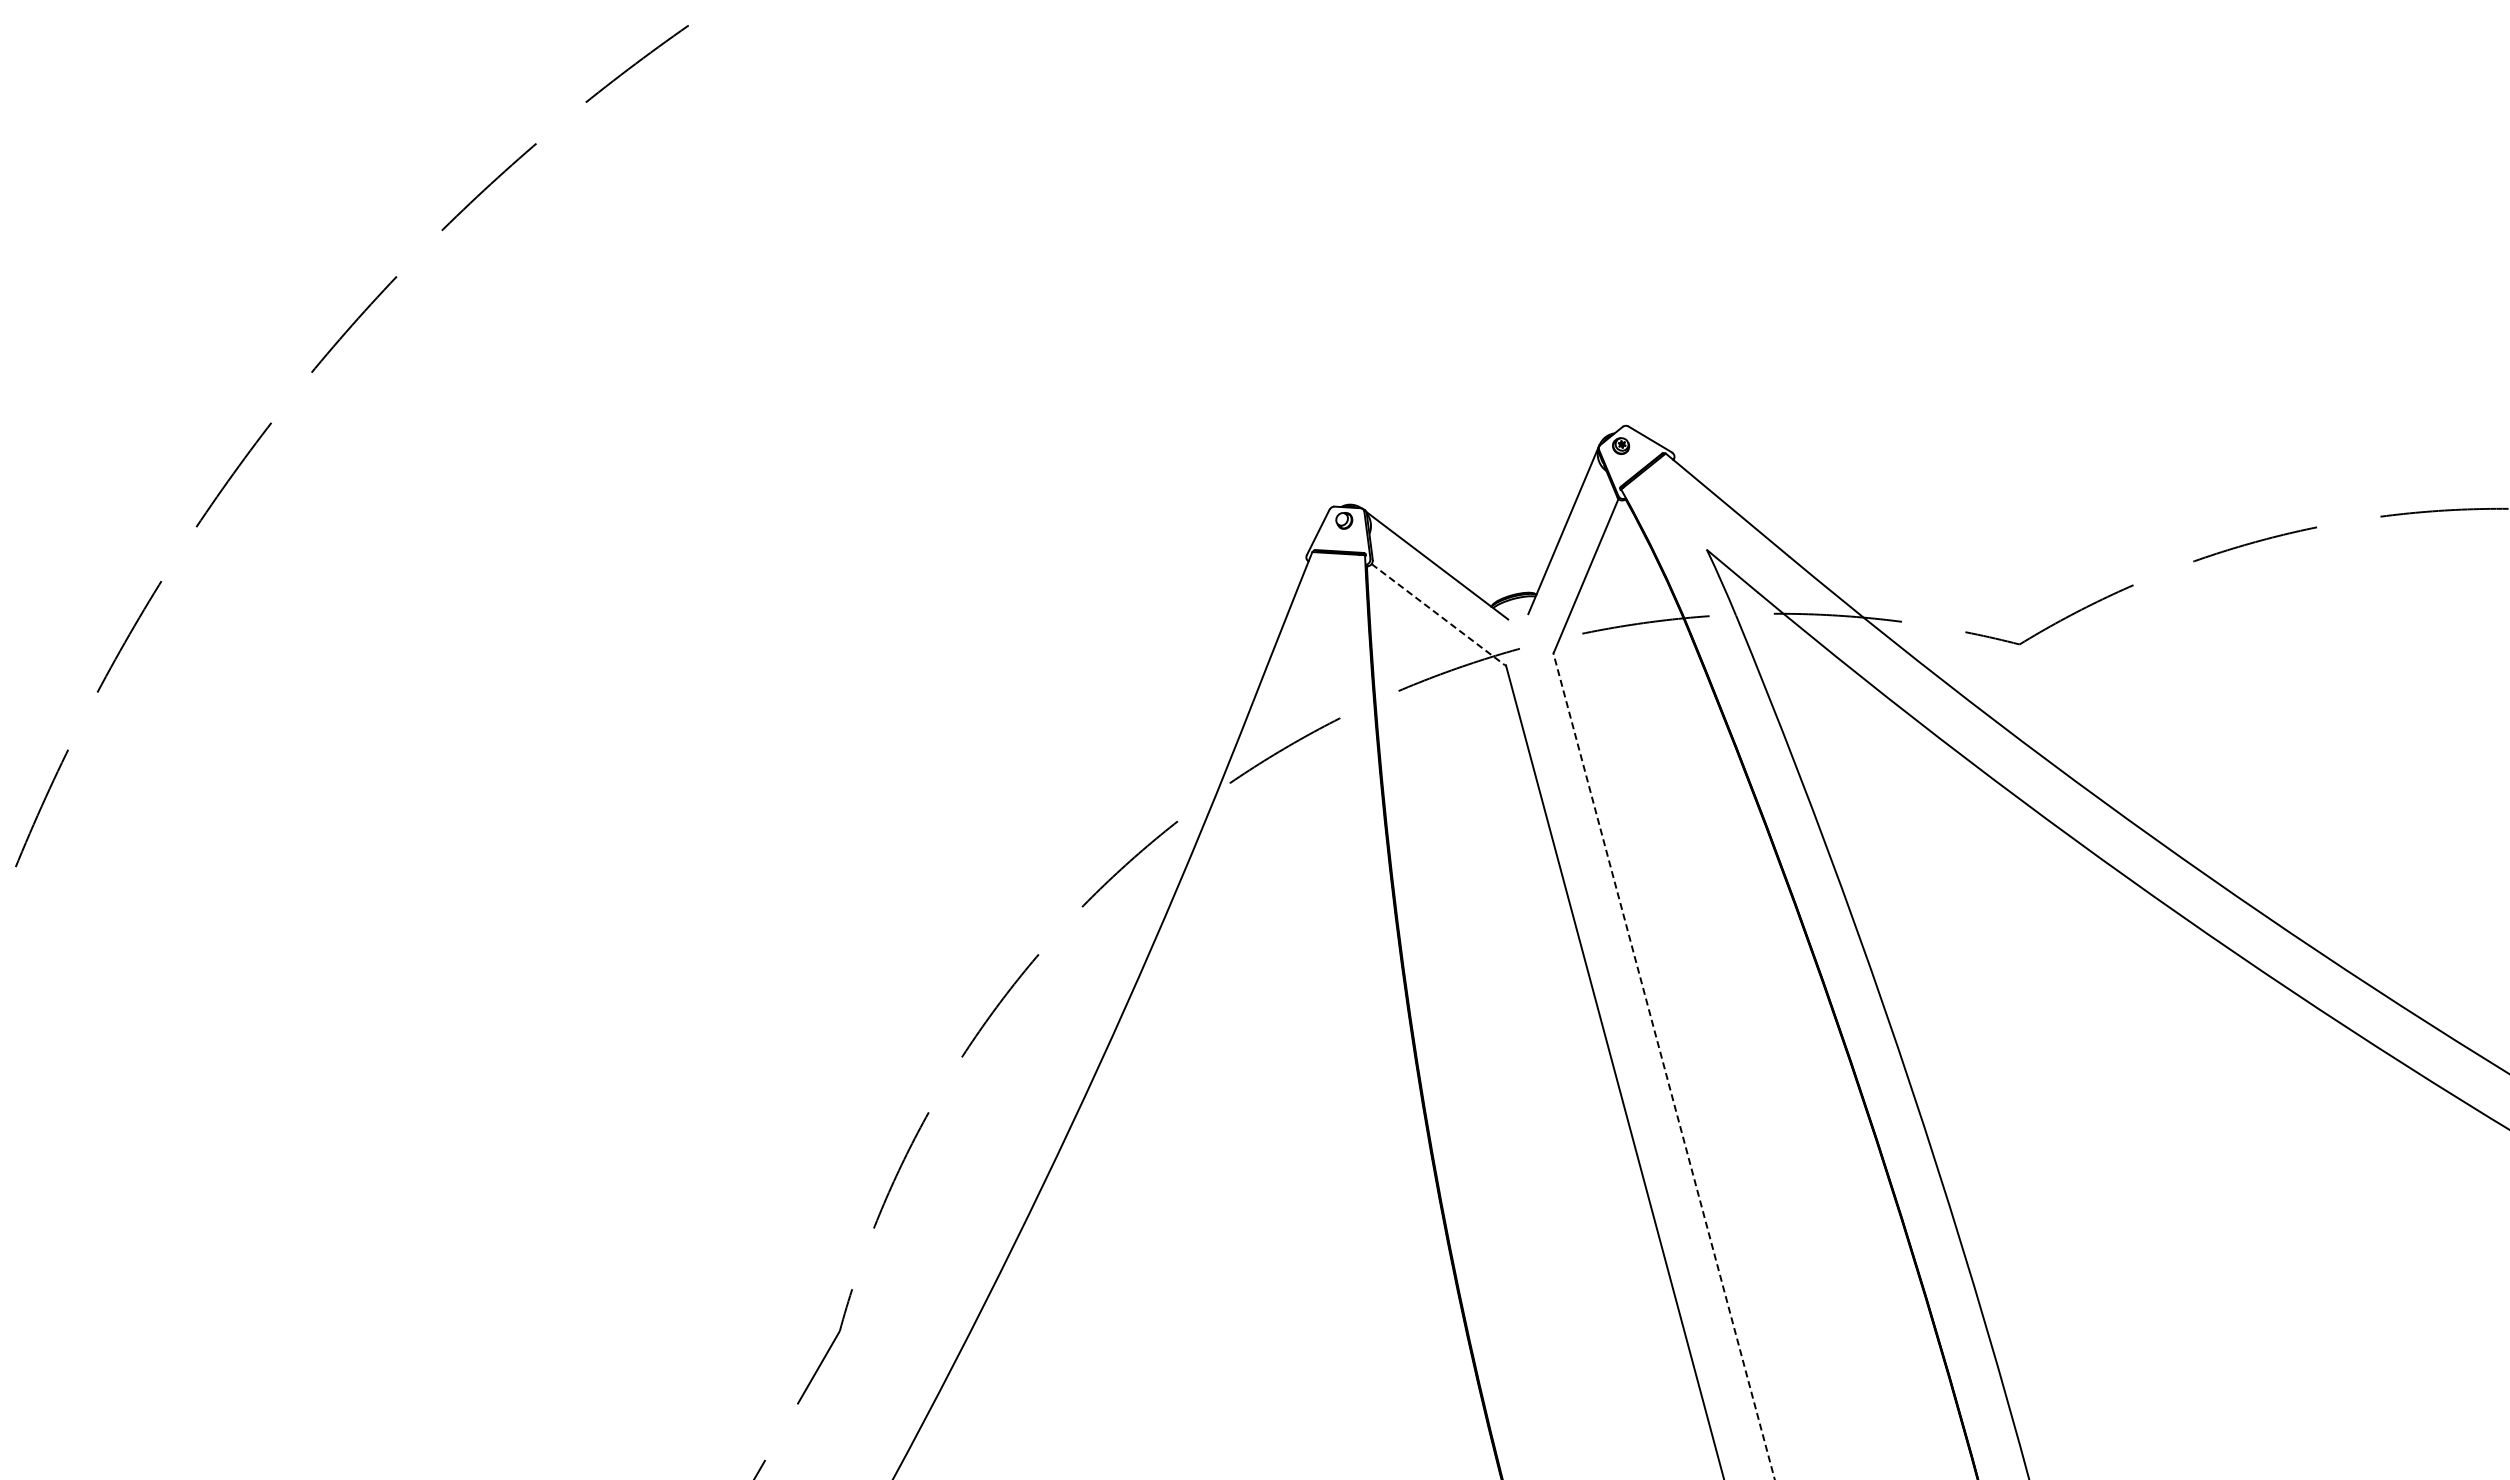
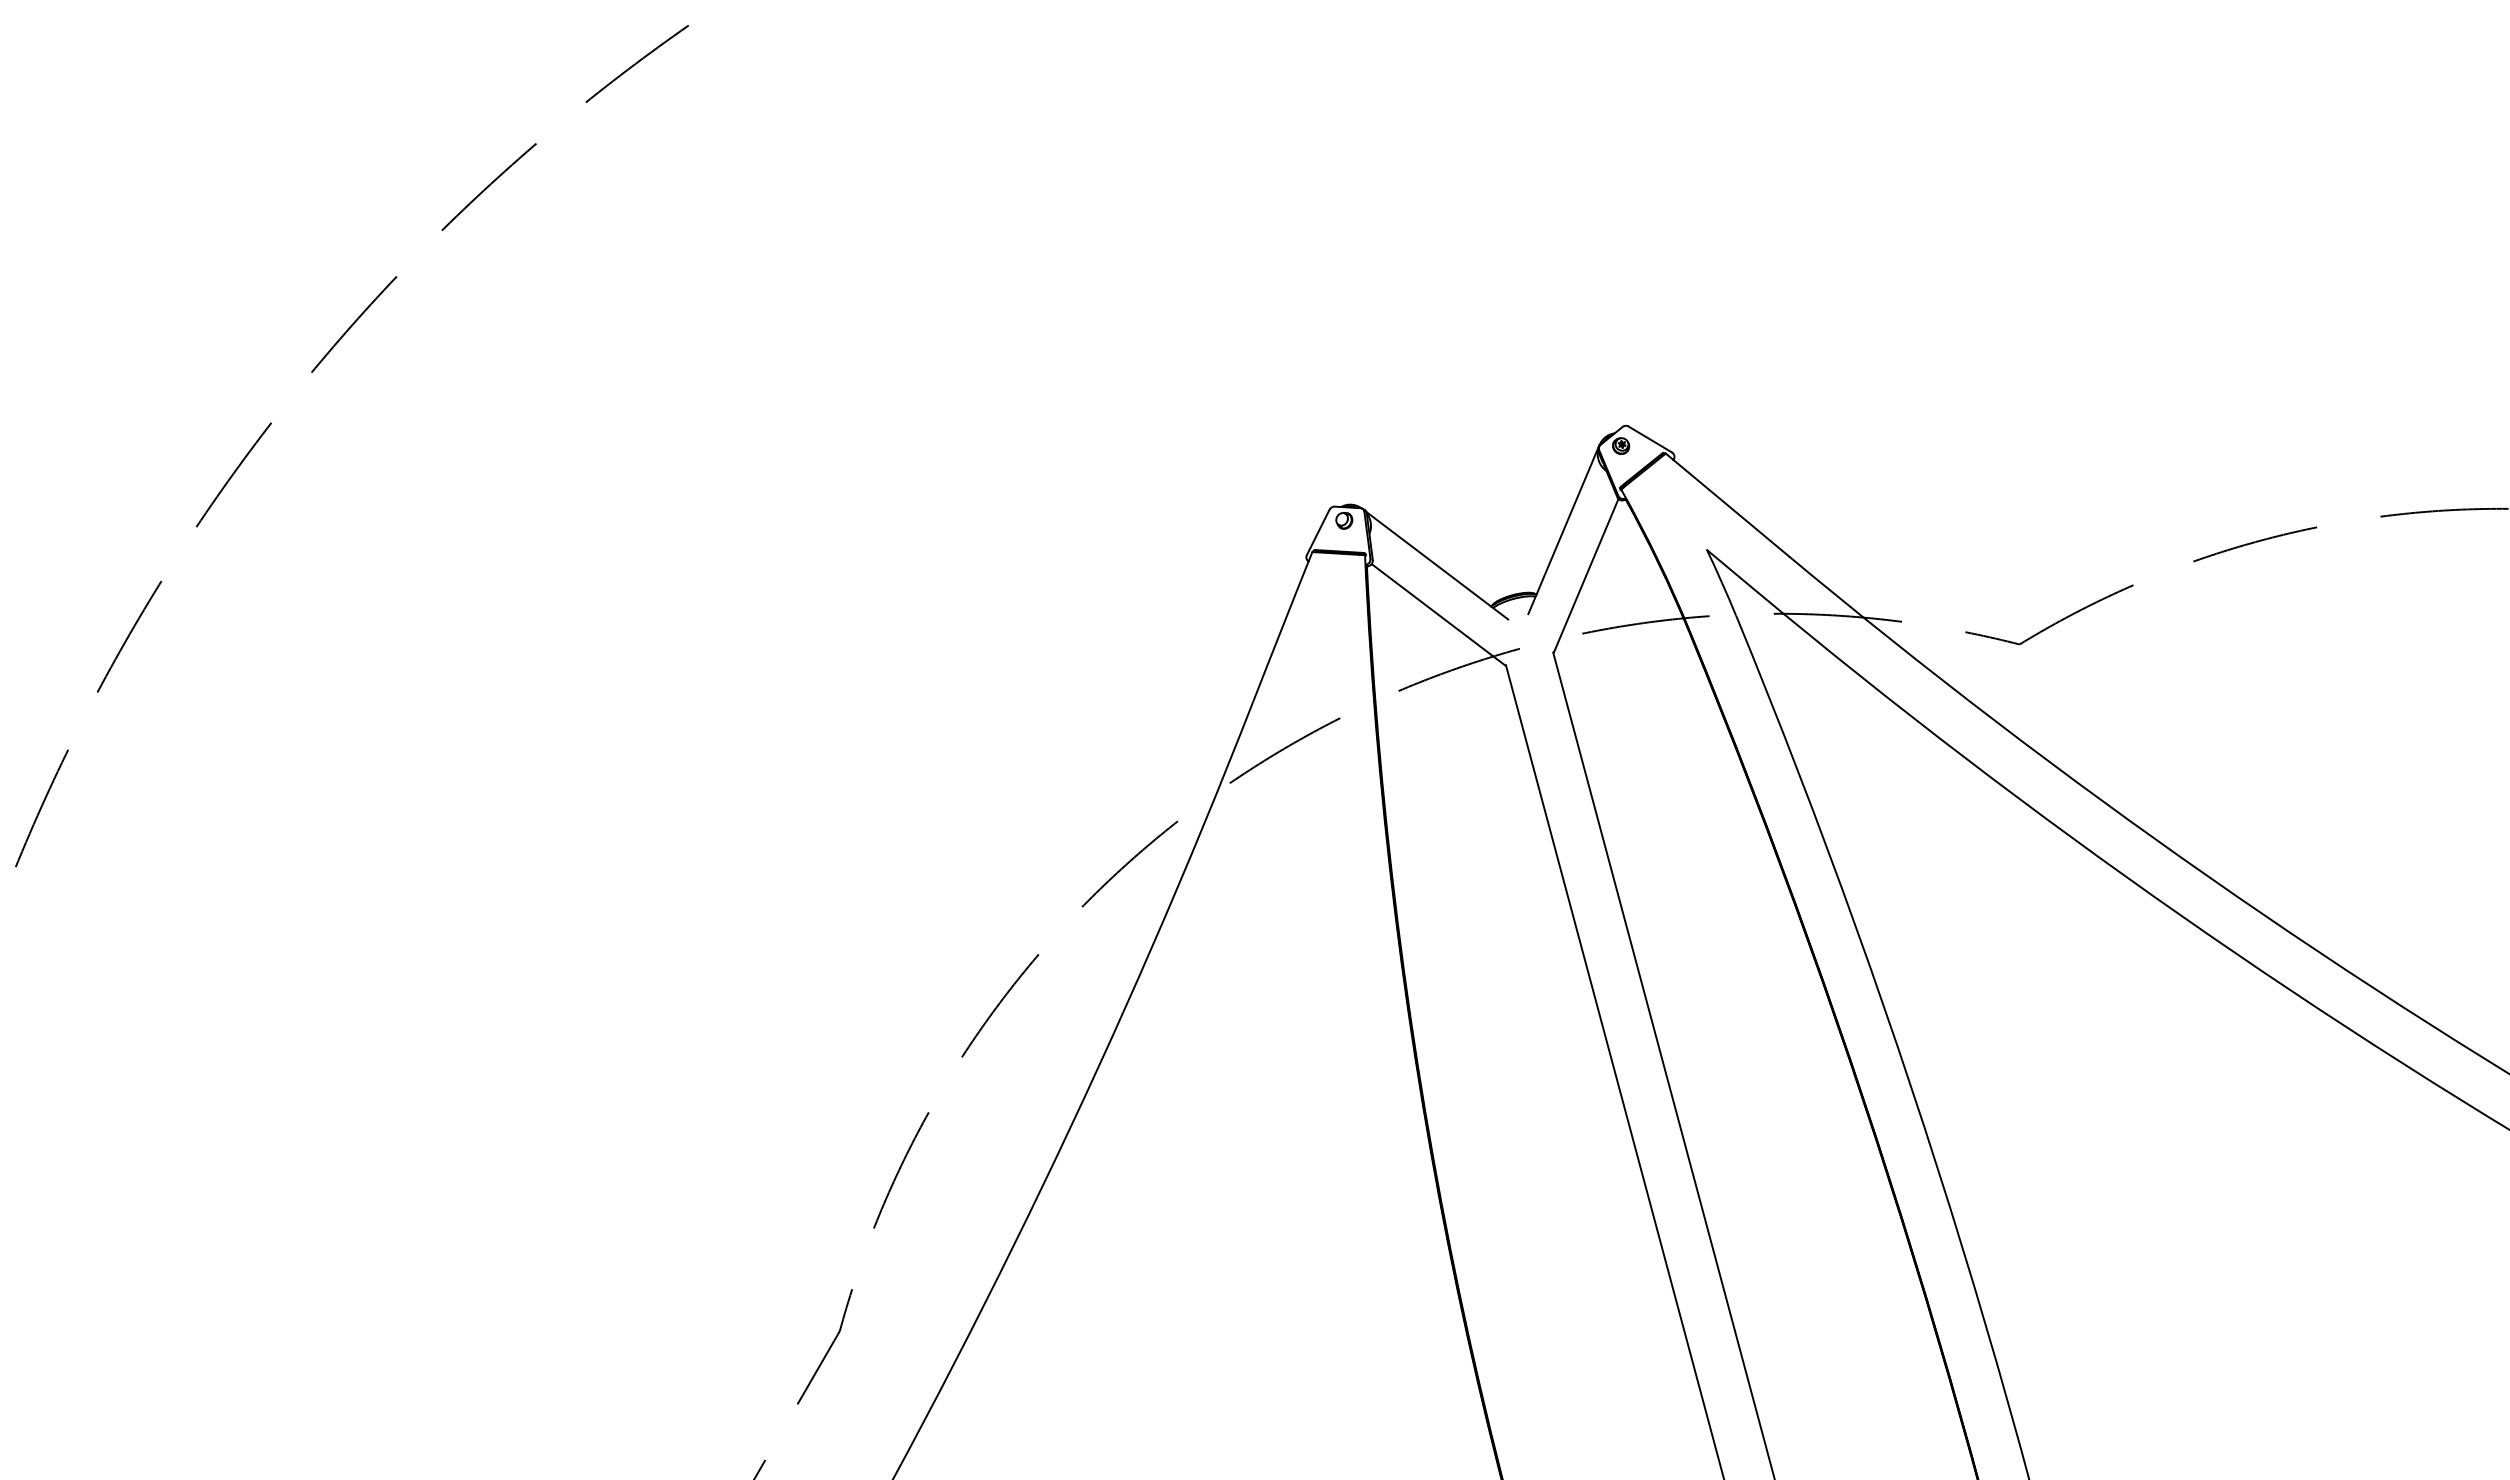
line at (1438, 614): dashed -> solid
line at (1663, 1065): dashed -> solid
